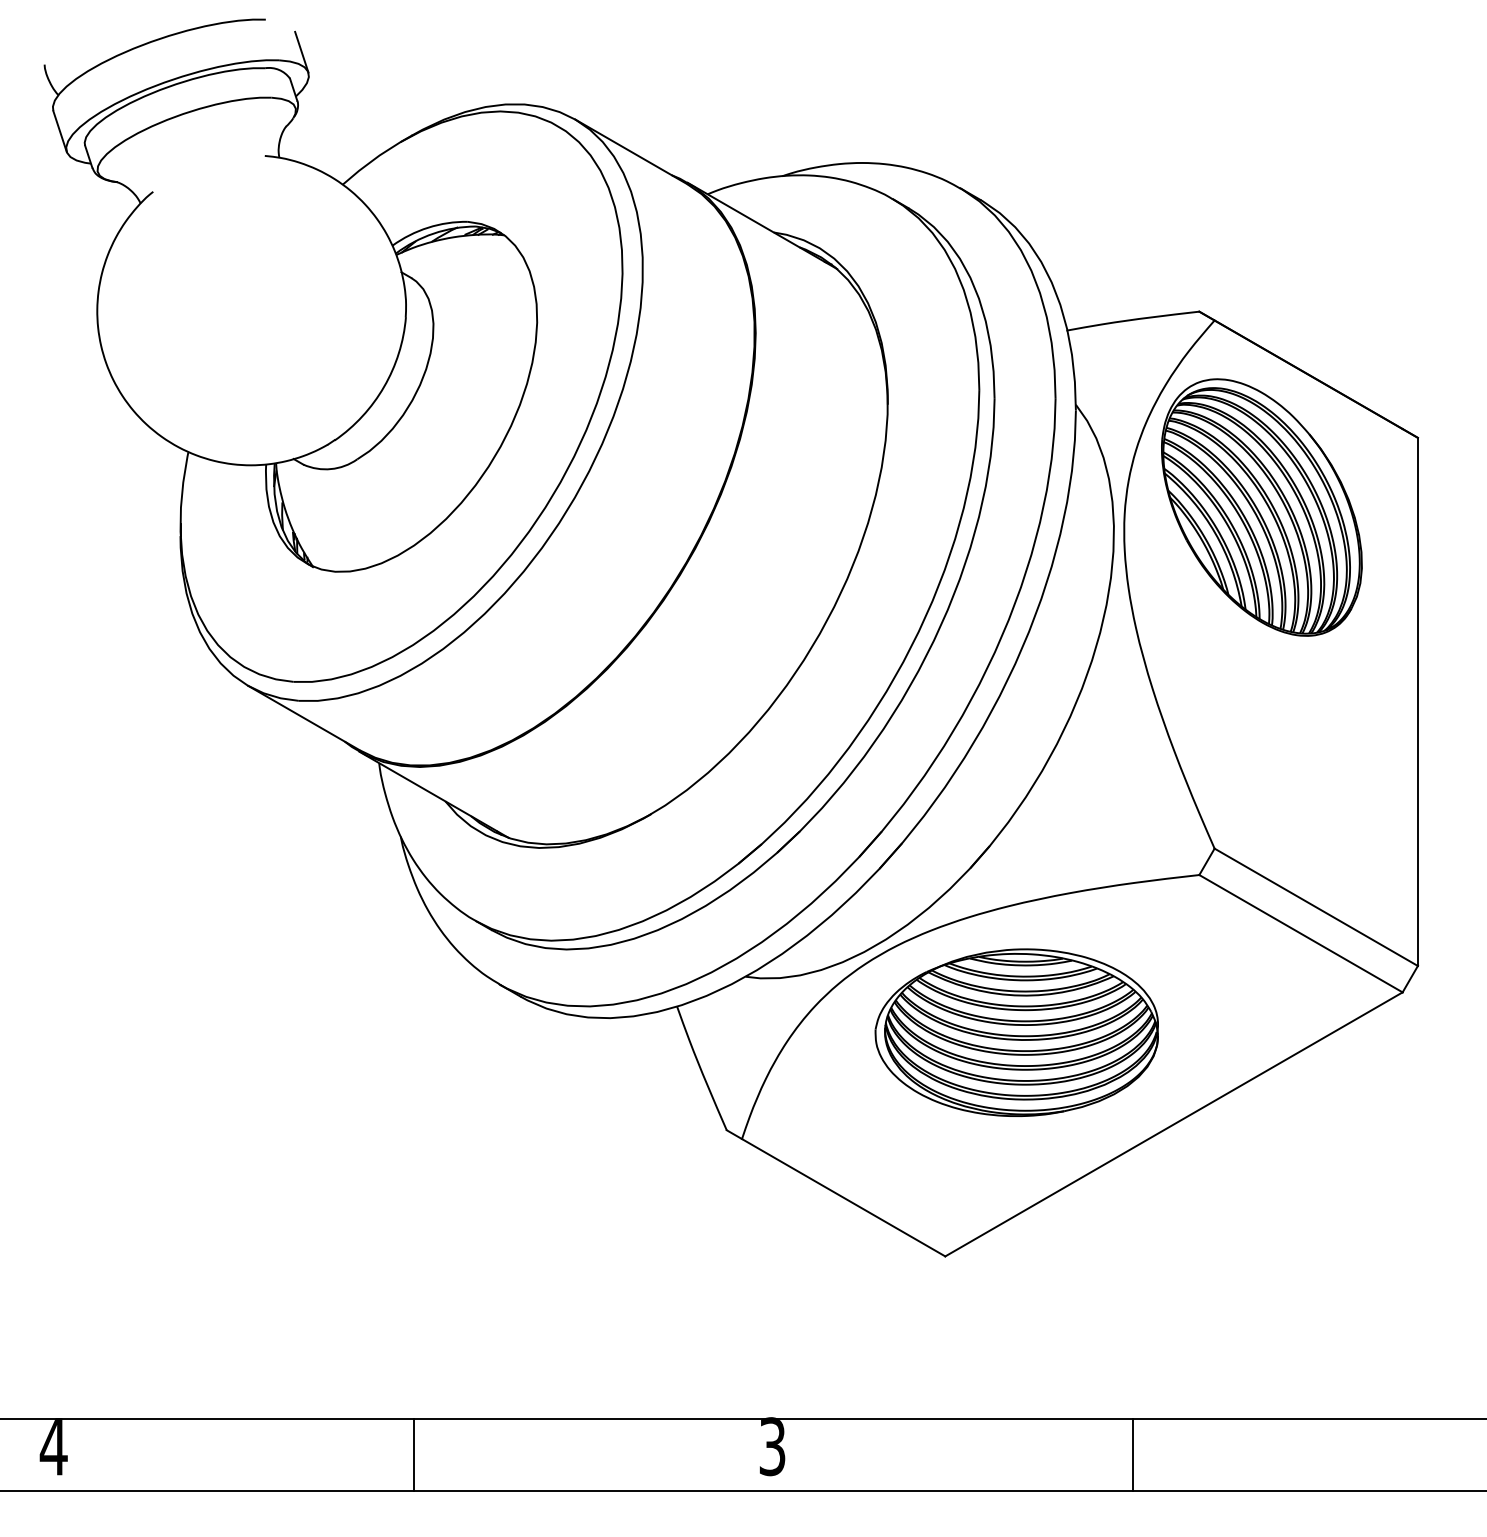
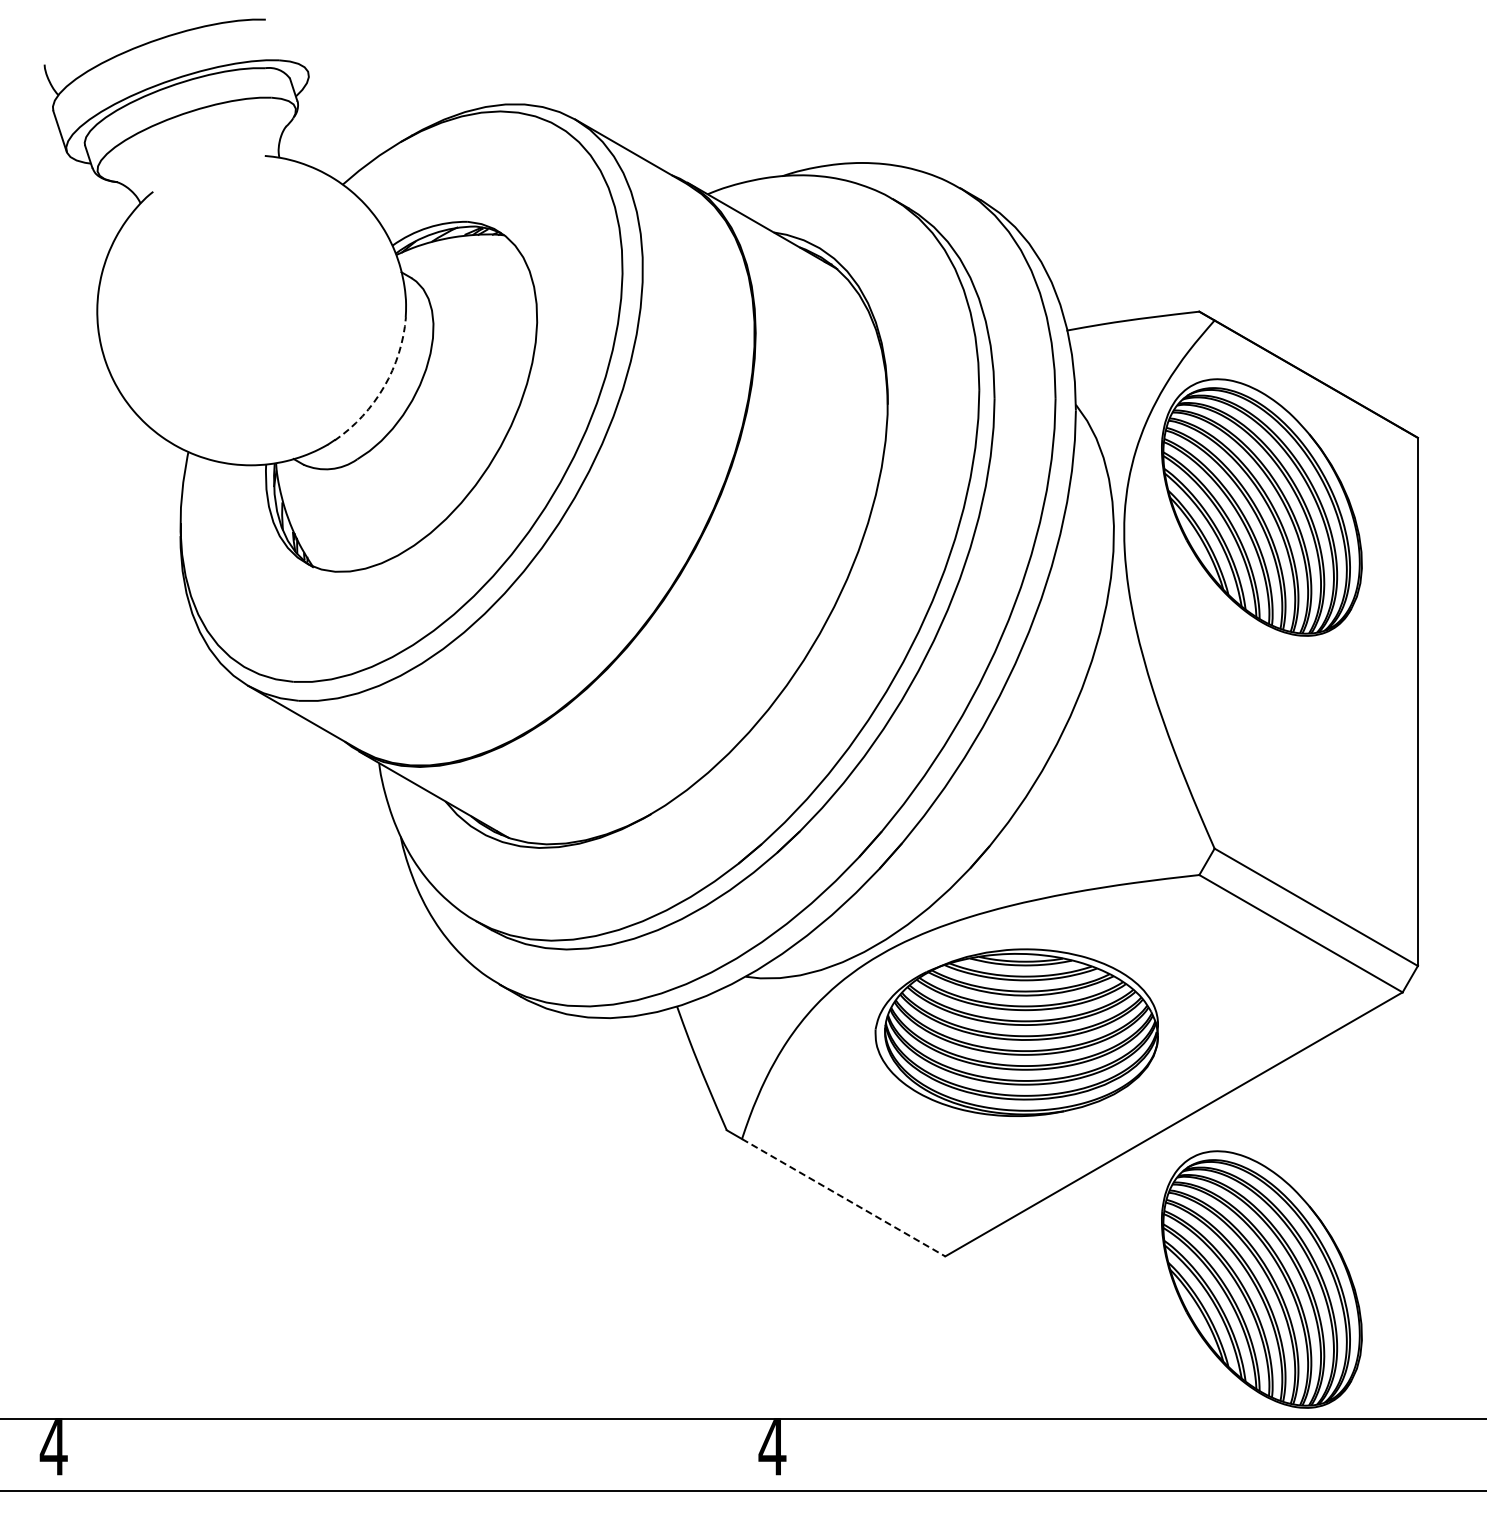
line at (301, 51): present -> none
arc at (384, 386): solid -> dashed
line at (844, 1197): solid -> dashed
part at (1261, 1279): none -> present
text at (772, 1446): 3 -> 4
line at (413, 1454): present -> none
line at (1132, 1454): present -> none
